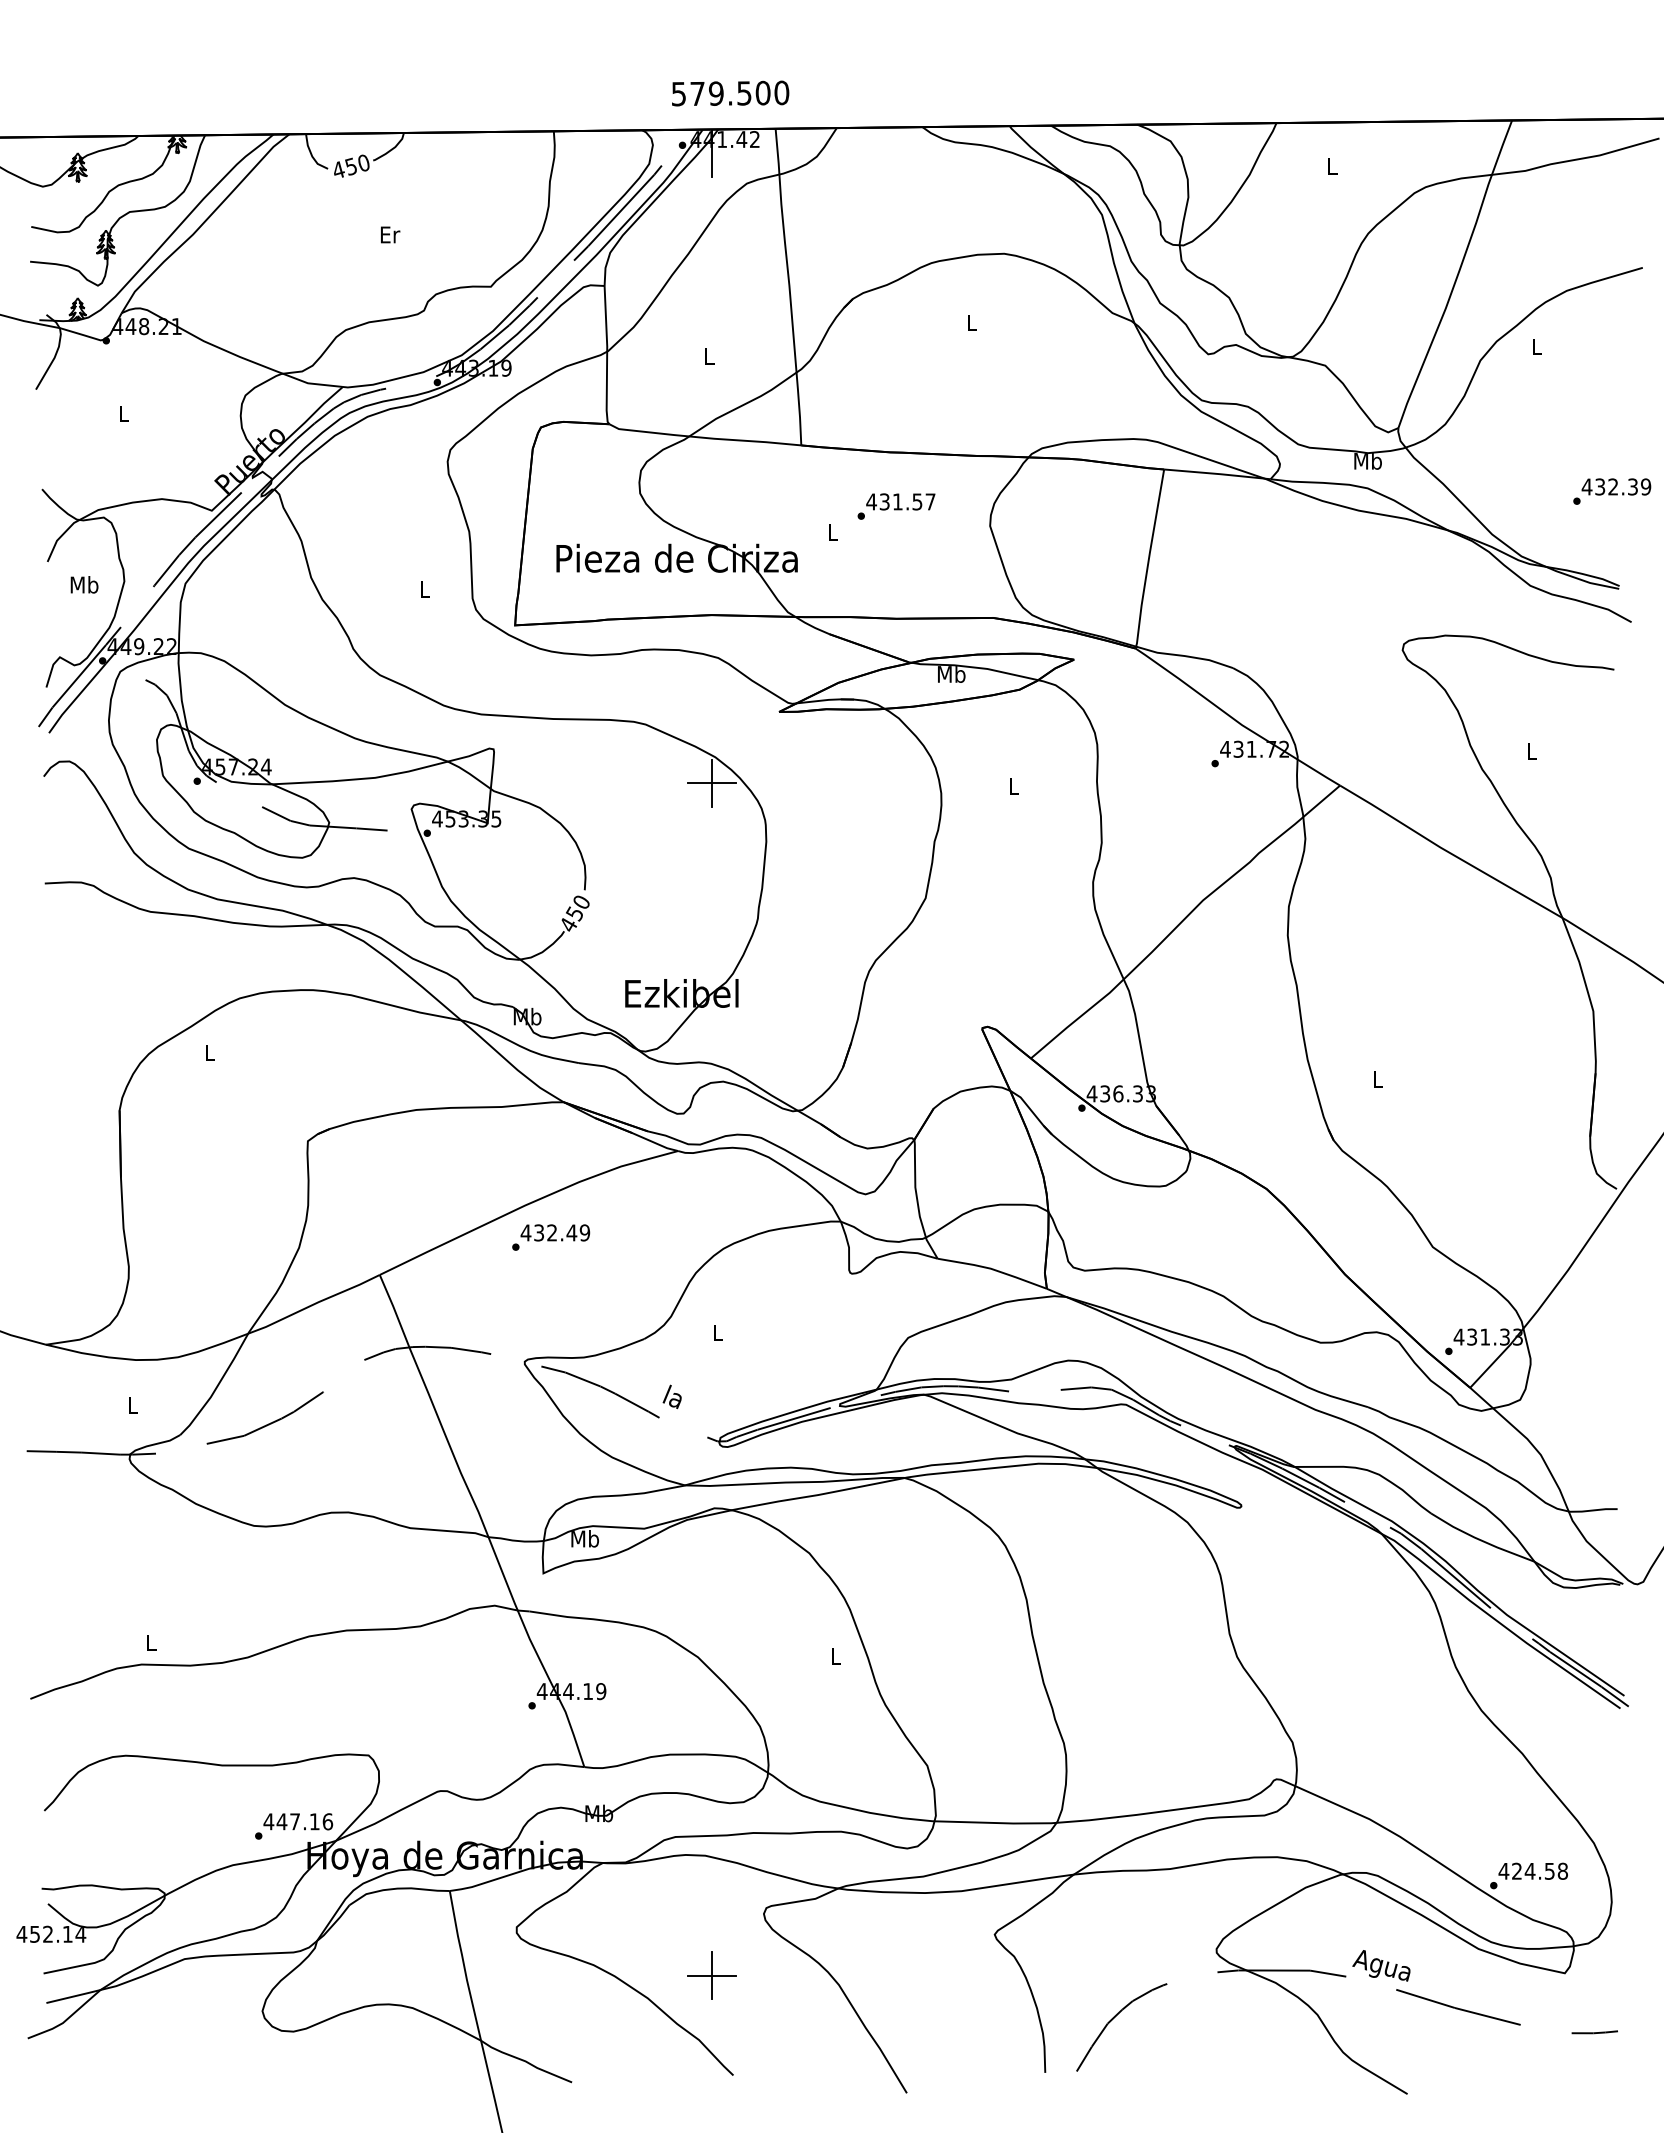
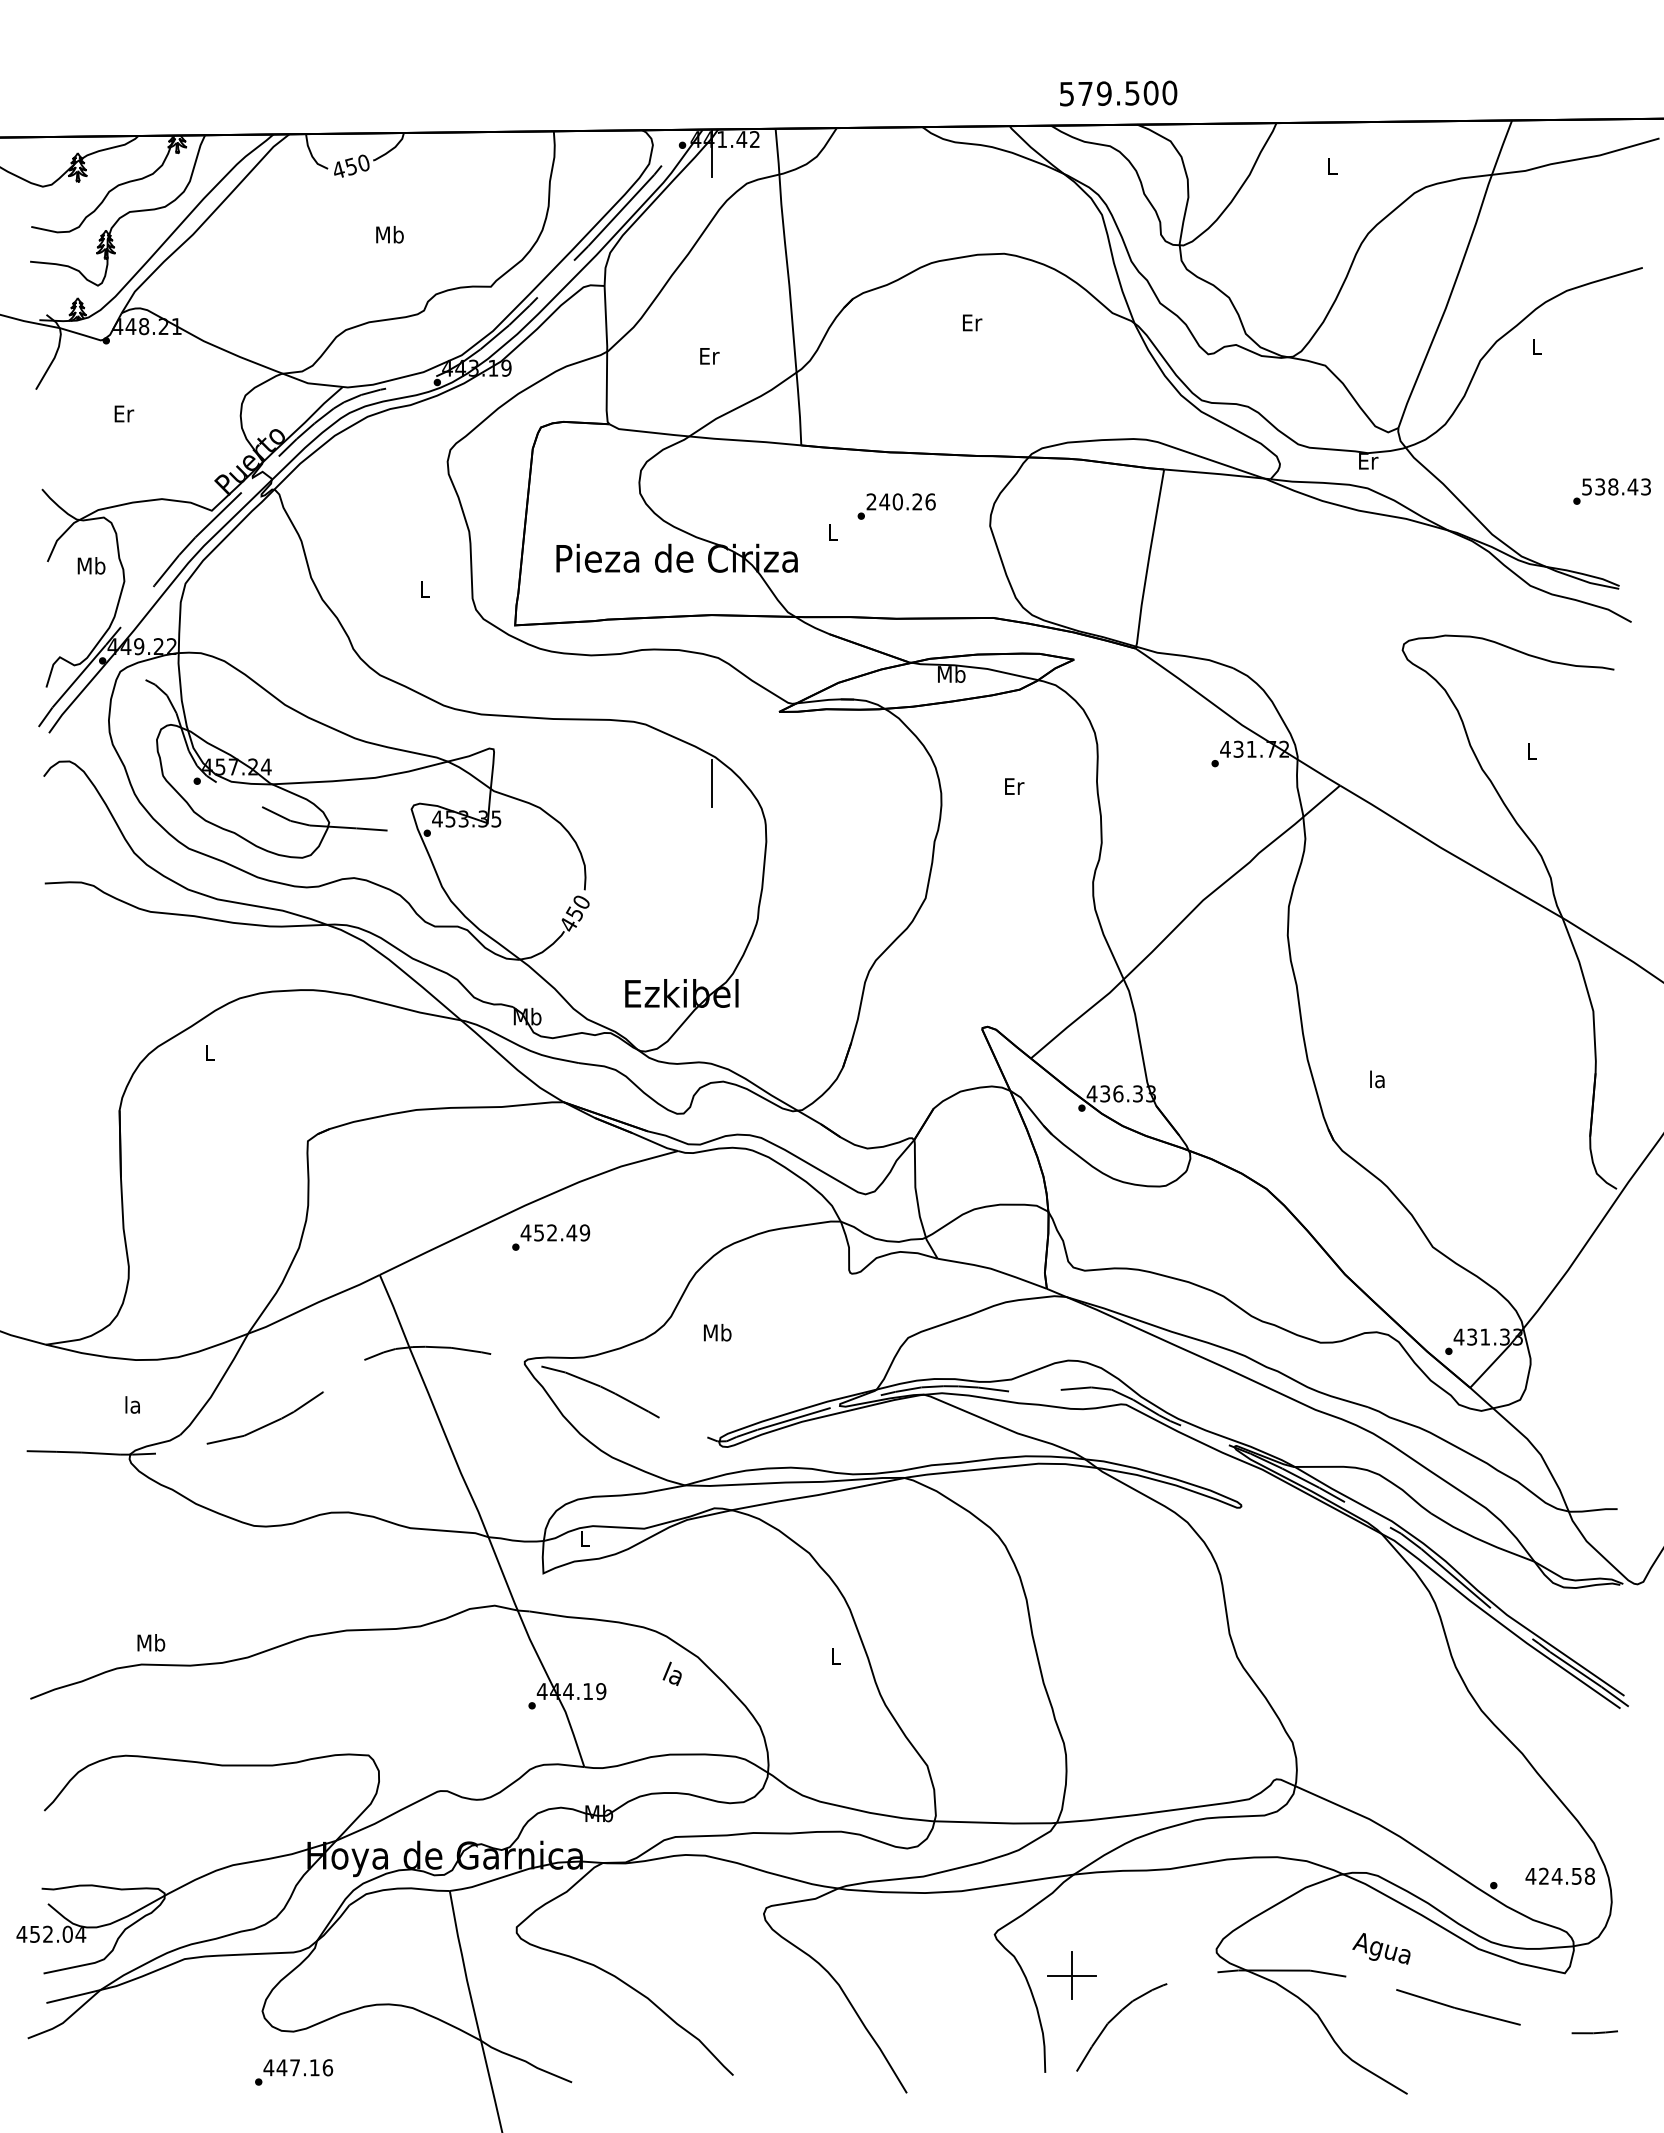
text at (730, 93) position: (730, 93) -> (1118, 93)
text at (389, 234): Er -> Mb
text at (972, 322): L -> Er
text at (709, 356): L -> Er
text at (124, 413): L -> Er
text at (1367, 461): Mb -> Er
text at (1616, 486): 432.39 -> 538.43
text at (900, 501): 431.57 -> 240.26
text at (84, 584) position: (84, 584) -> (91, 565)
line at (711, 783): present -> none
text at (1014, 786): L -> Er
text at (1377, 1079): L -> la
text at (539, 1232): 432.49 -> 452.49
text at (717, 1332): L -> Mb
text at (671, 1396) position: (671, 1396) -> (671, 1673)
text at (132, 1404): L -> la
text at (584, 1538): Mb -> L
text at (151, 1642): L -> Mb
text at (294, 1826) position: (294, 1826) -> (294, 2072)
text at (1532, 1870) position: (1532, 1870) -> (1559, 1875)
text at (67, 1933): 452.14 -> 452.04
text at (1381, 1965) position: (1381, 1965) -> (1381, 1948)
part at (711, 1975) position: (711, 1975) -> (1071, 1975)
